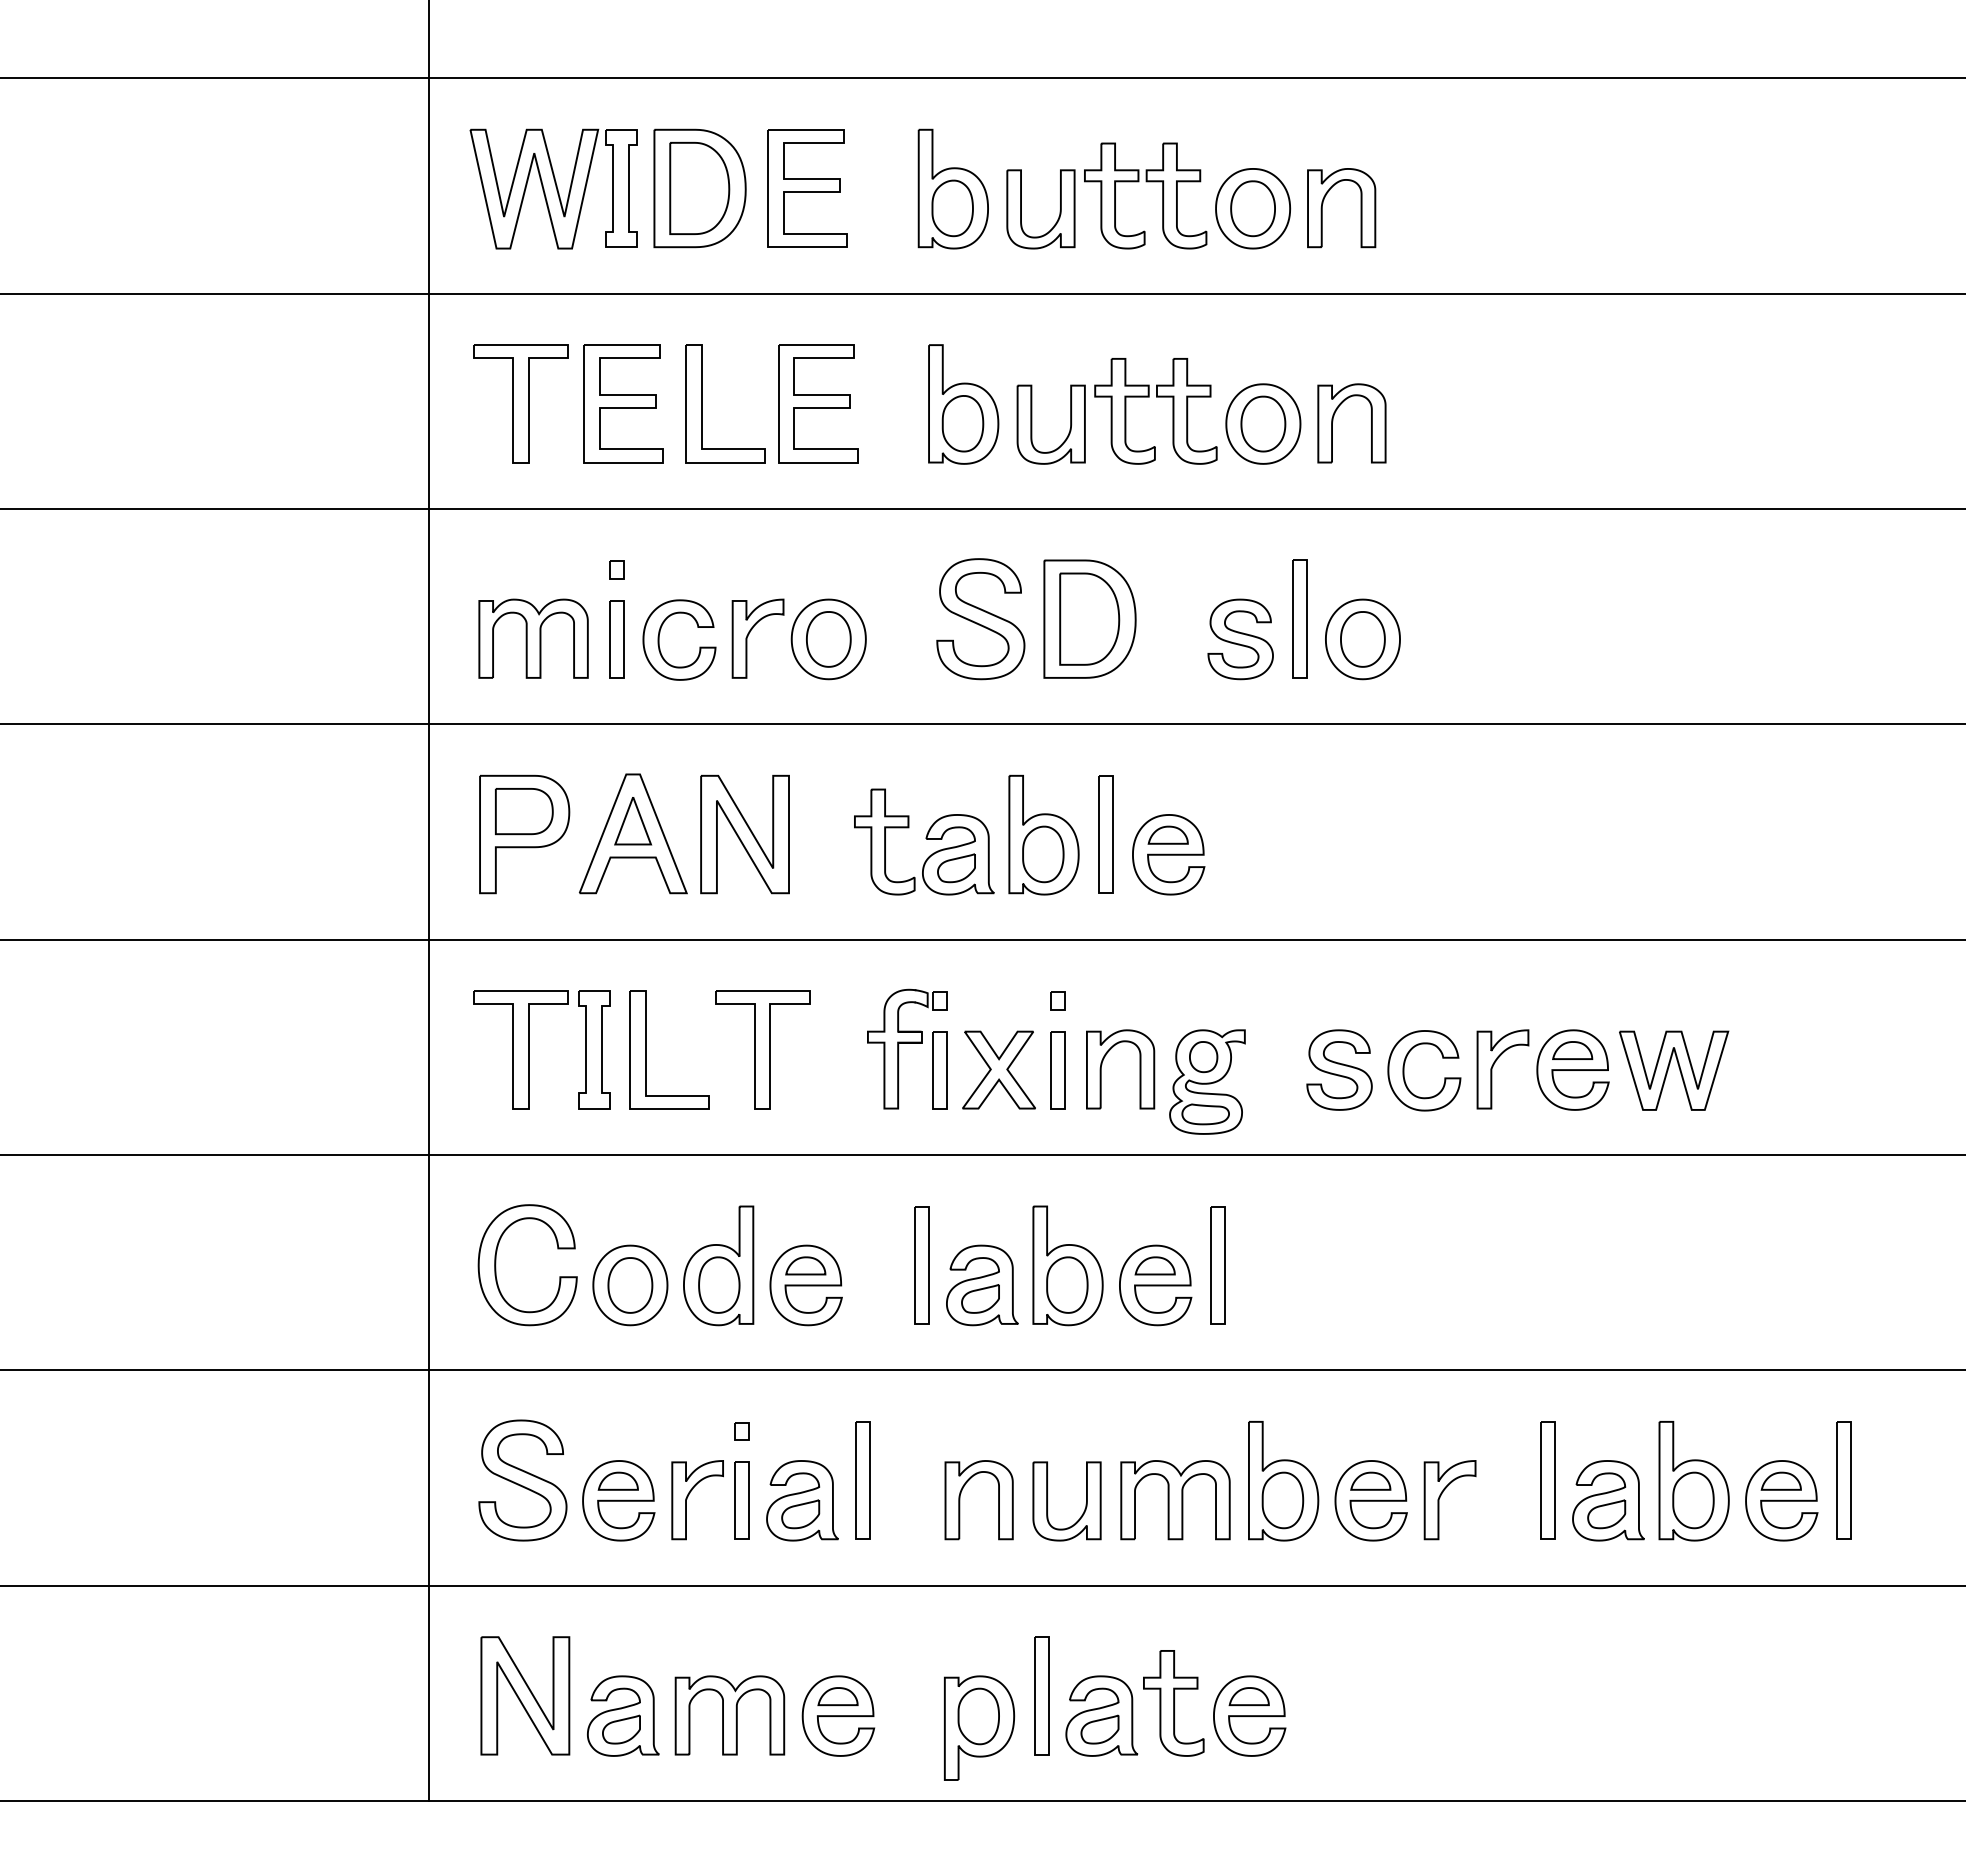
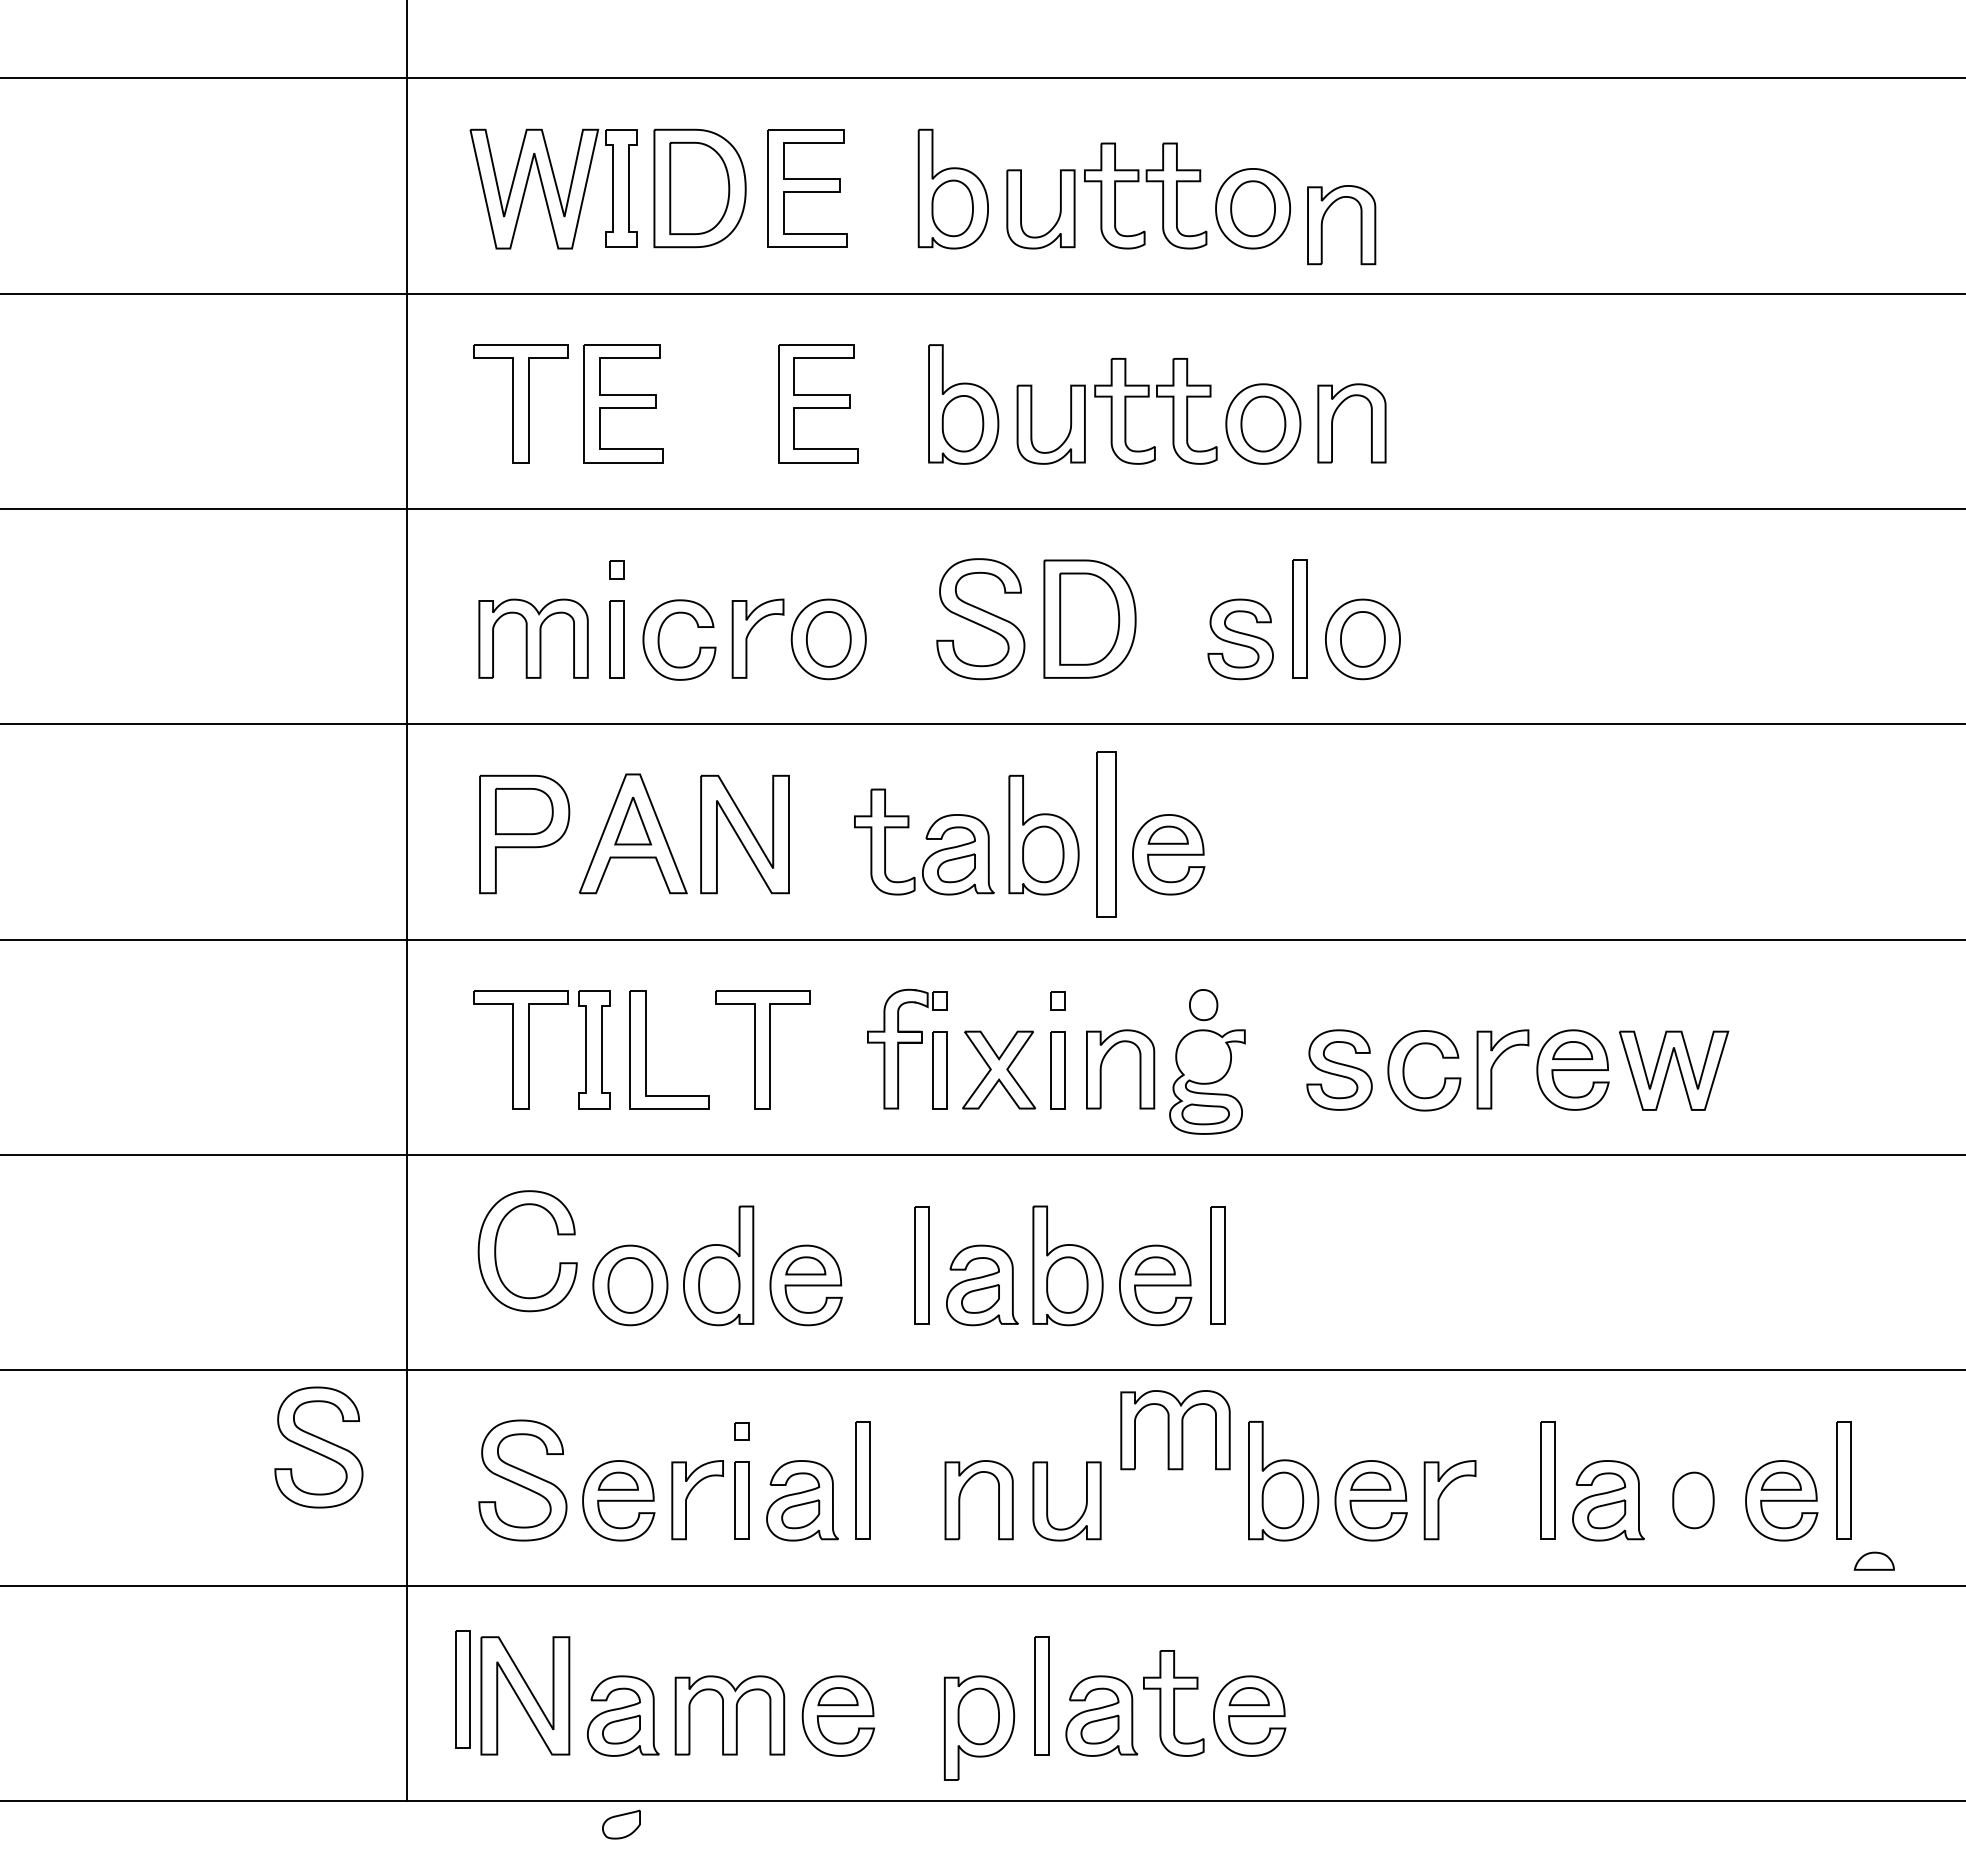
part at (1323, 203) position: (1323, 203) -> (1323, 220)
part at (702, 403): present -> none
part at (1105, 834) size: 16x119 px -> 21x167 px
line at (429, 901) position: (429, 901) -> (407, 901)
part at (1203, 1057) position: (1203, 1057) -> (1203, 1005)
part at (496, 1265) position: (496, 1265) -> (496, 1251)
part at (318, 1447): none -> present
part at (1693, 1481): present -> none
part at (1175, 1500) position: (1175, 1500) -> (1175, 1430)
part at (1873, 1560): none -> present
part at (462, 1689): none -> present
part at (621, 1824): none -> present
